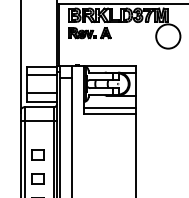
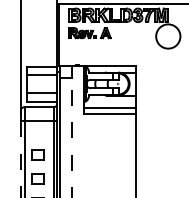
line at (72, 137): solid -> dashed
line at (20, 159): solid -> dashed
